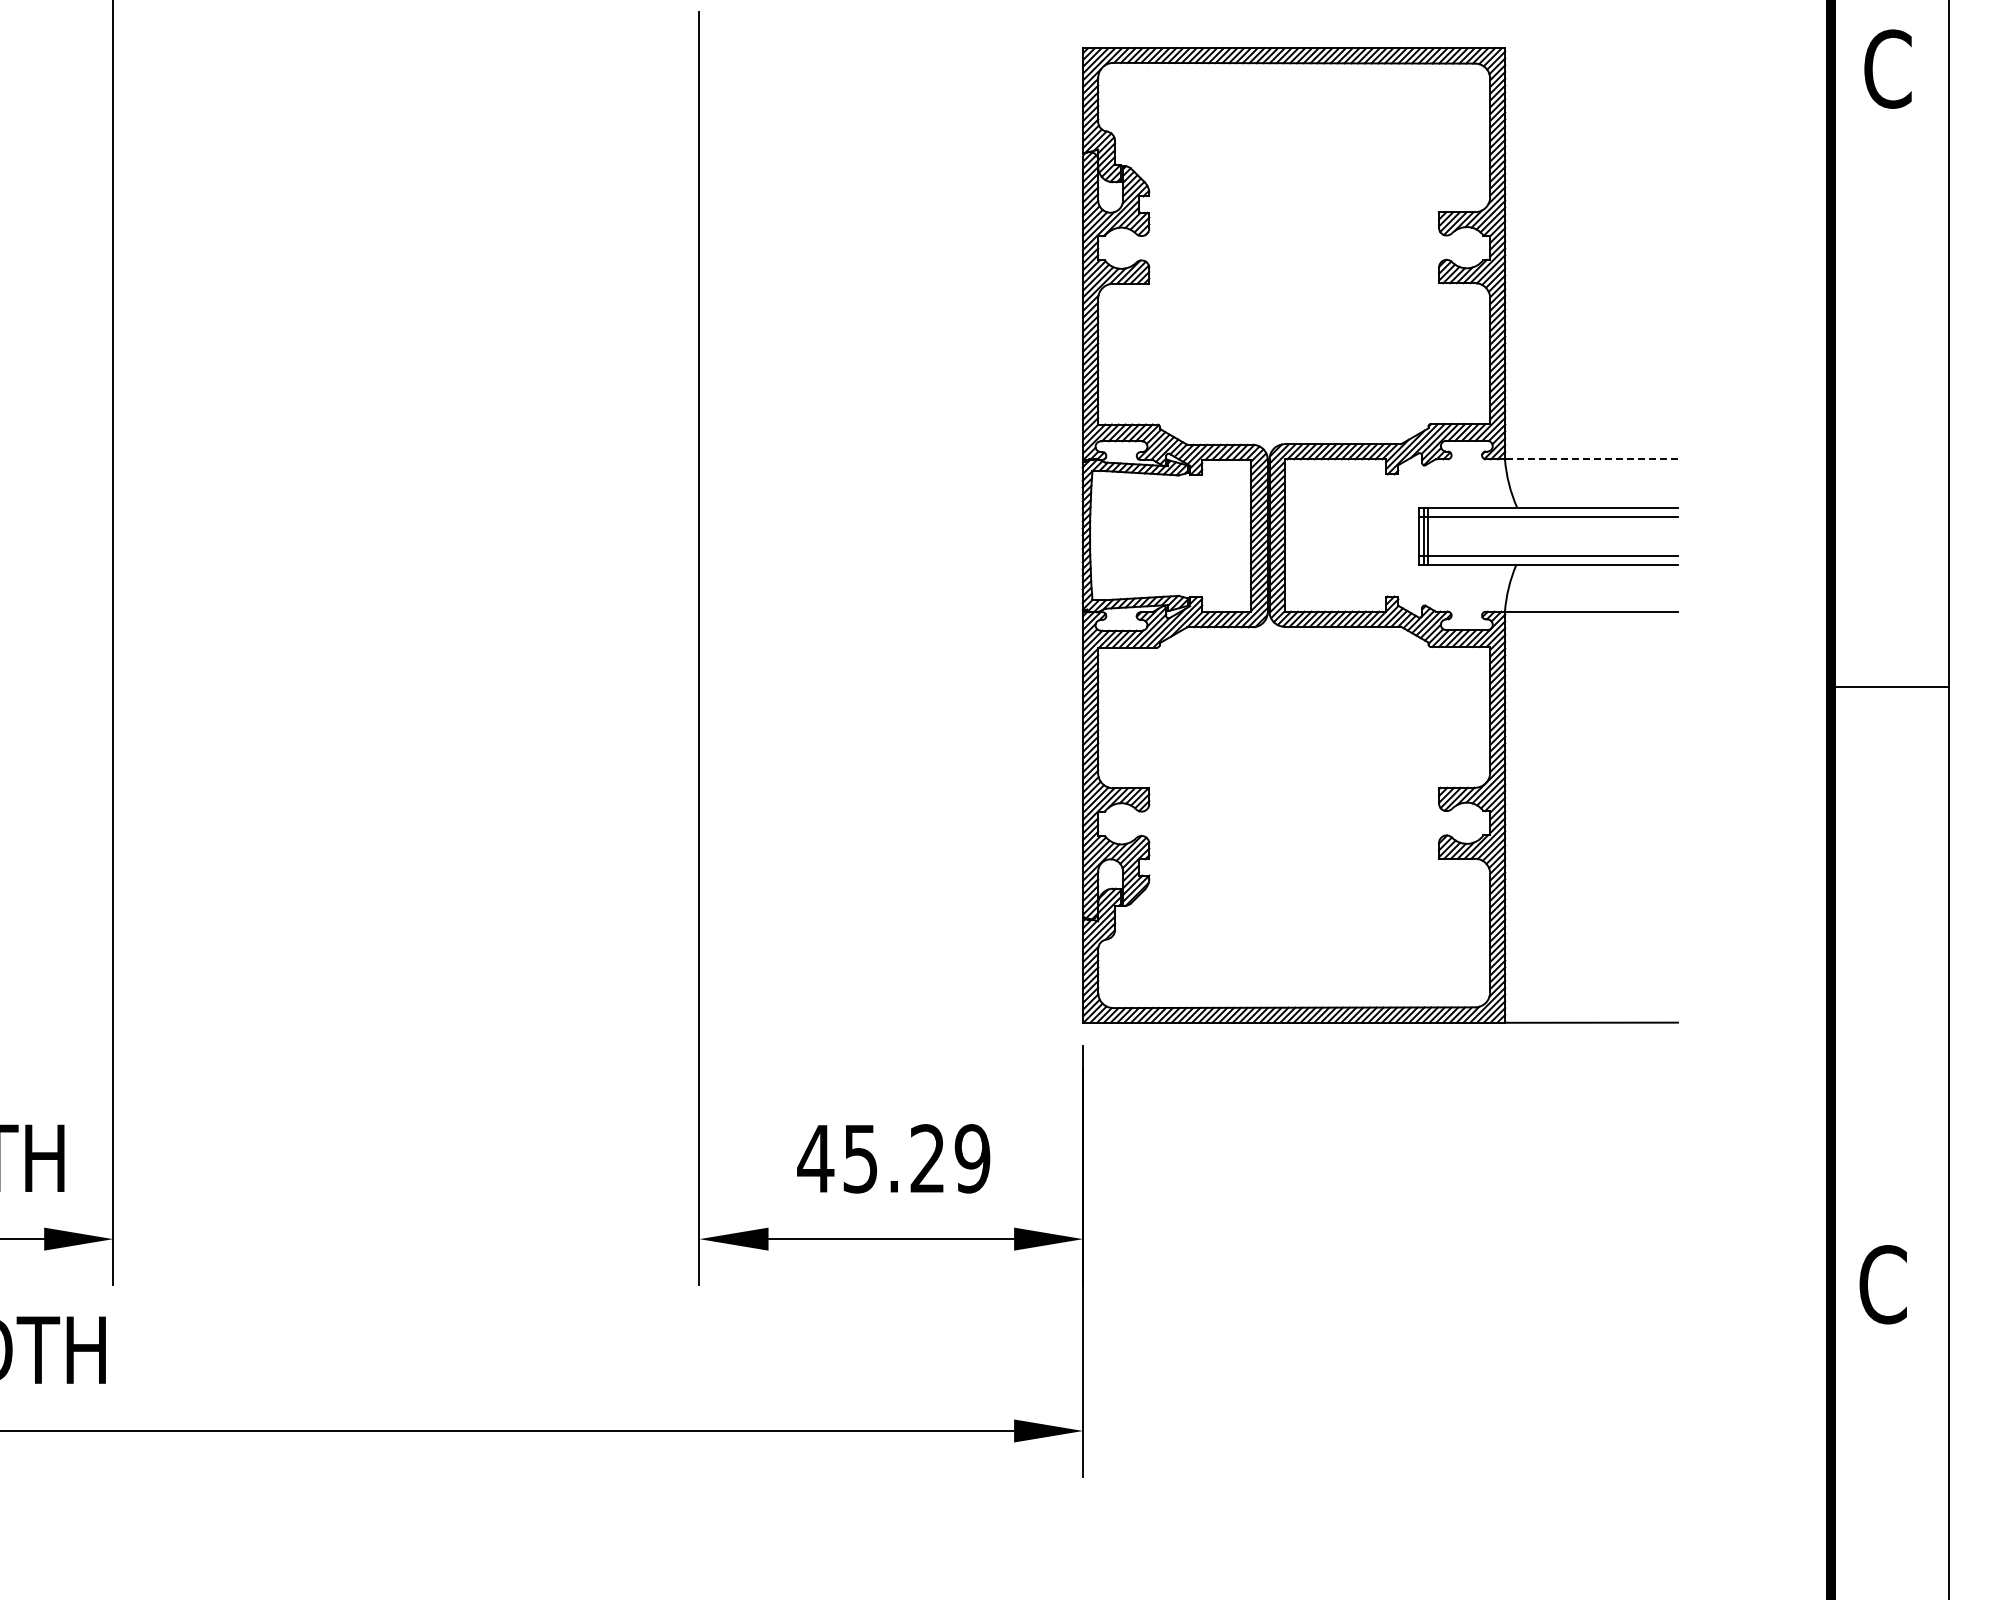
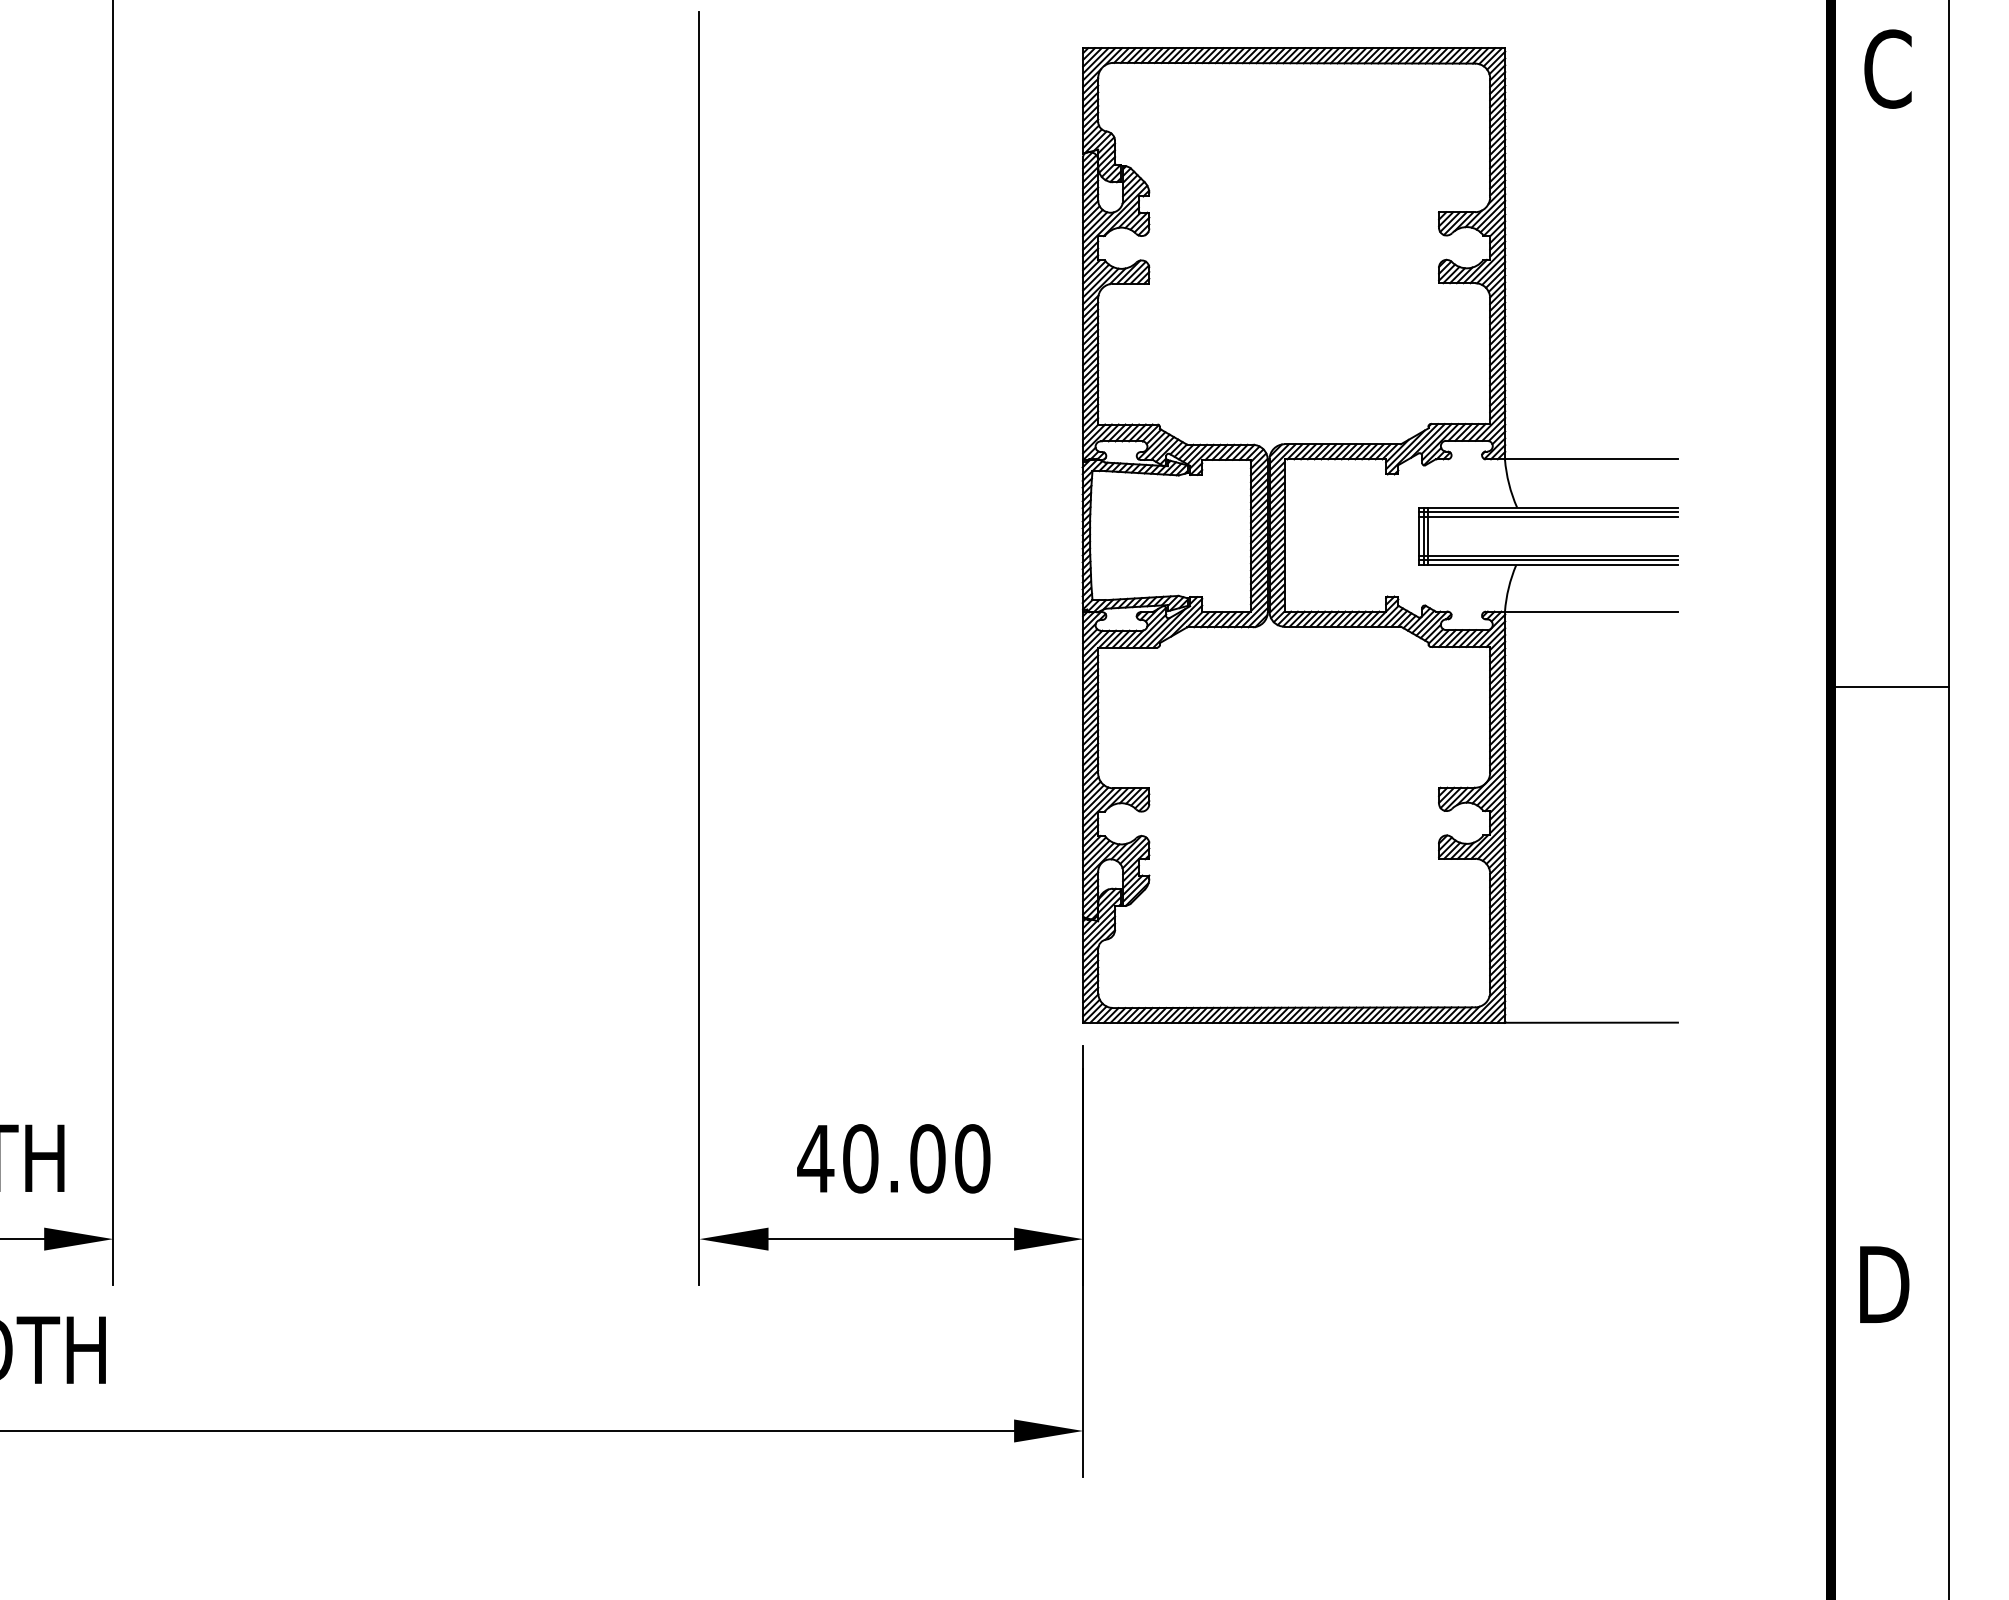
line at (1590, 459): dashed -> solid
line at (1547, 512): none -> present
line at (1547, 560): none -> present
text at (916, 1158): 45.29 -> 40.00
text at (1884, 1284): C -> D
